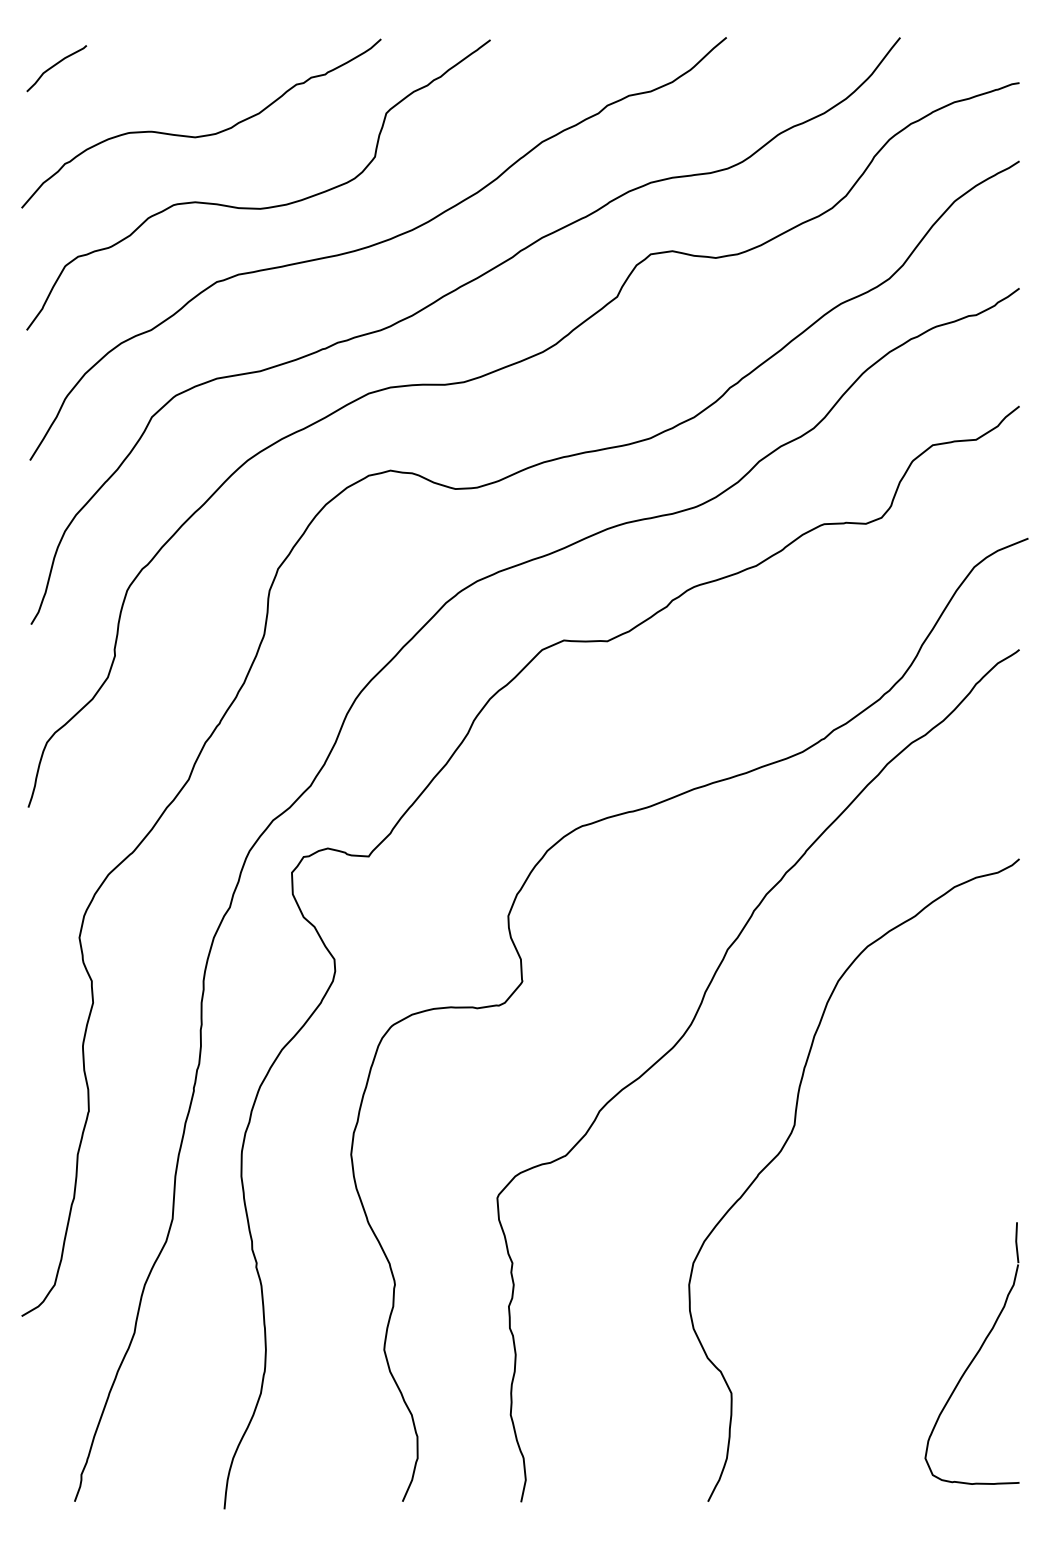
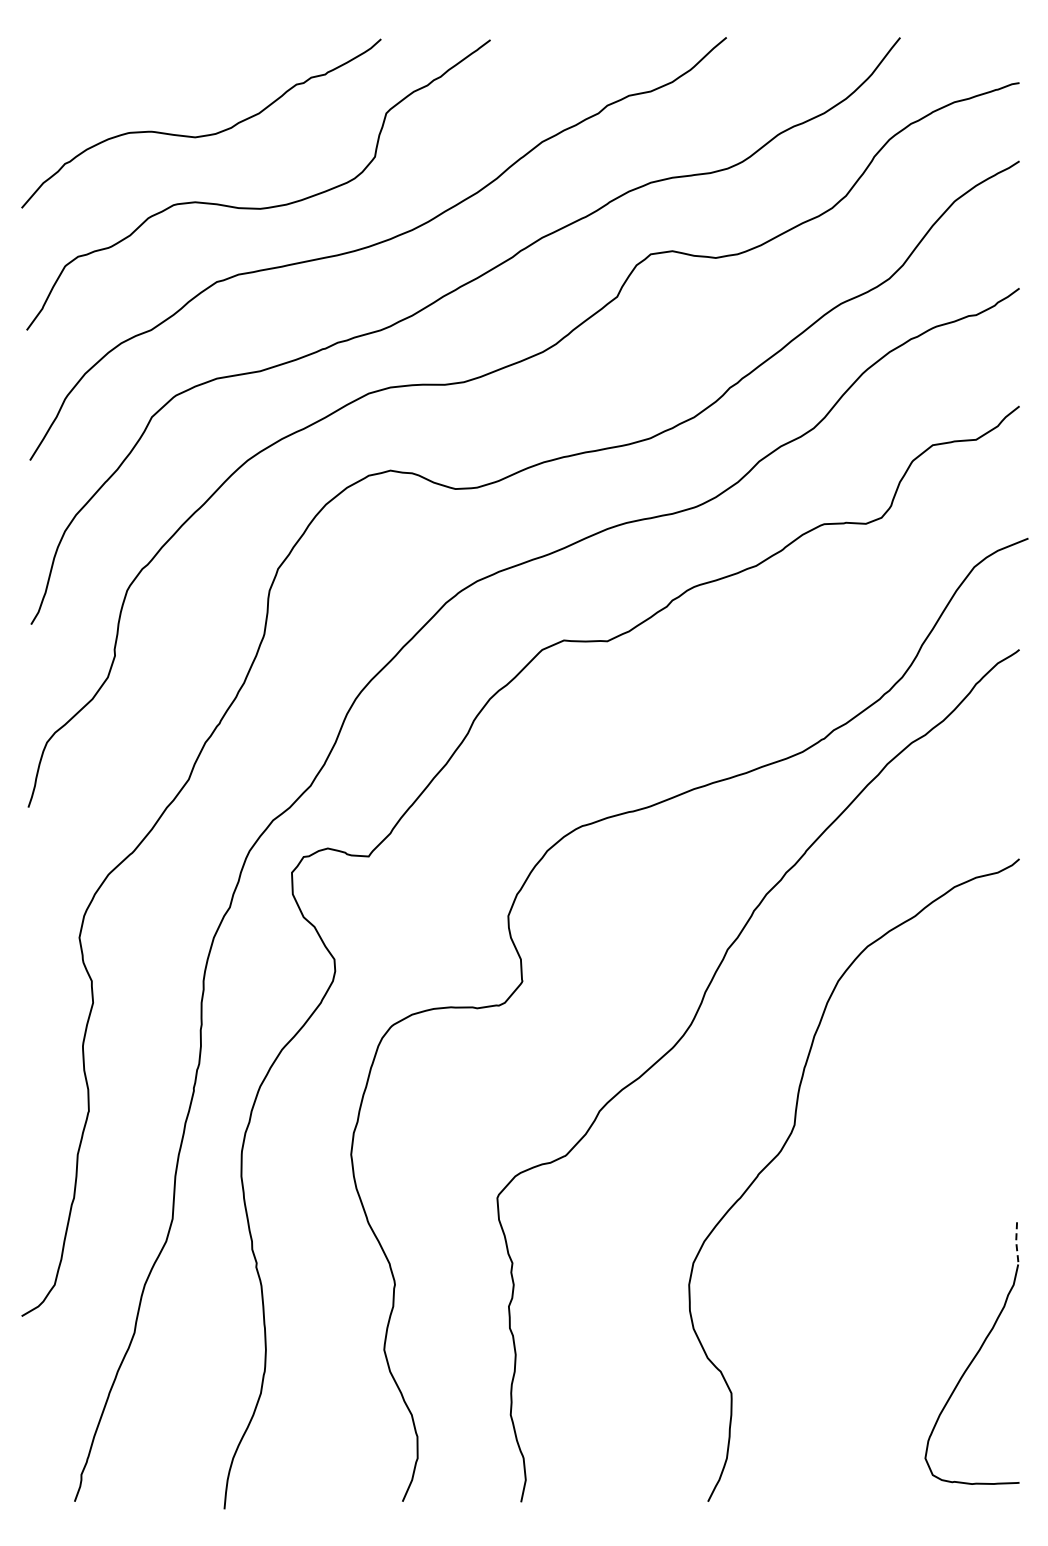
curve at (54, 66): present -> none
line at (1016, 1242): solid -> dashed
